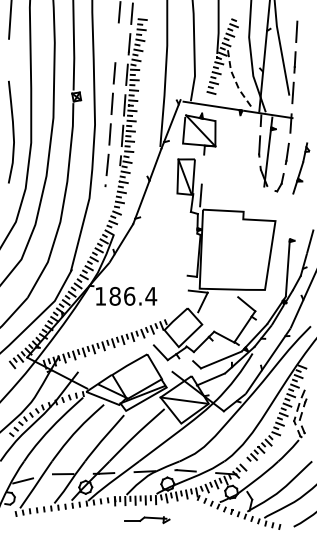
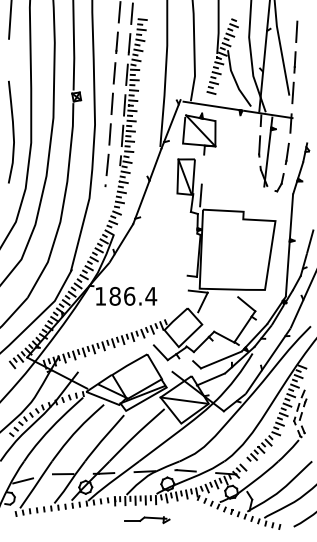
line at (116, 42): none -> present
line at (235, 80): dashed -> solid
line at (291, 216): none -> present
